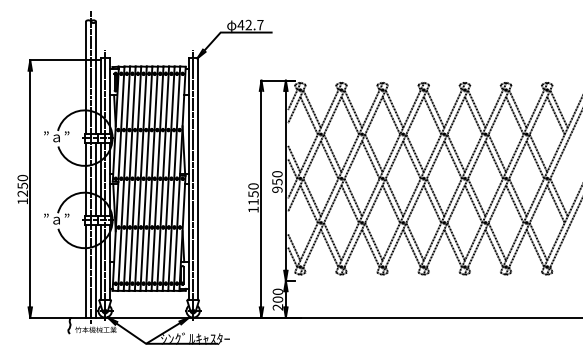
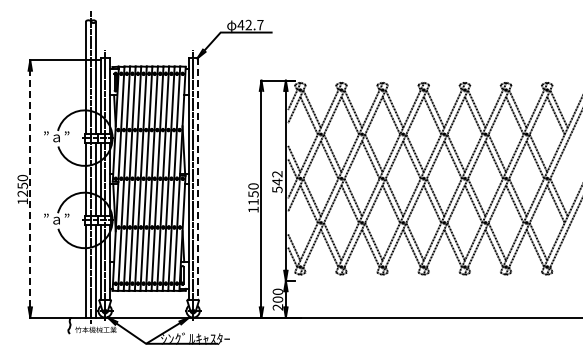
line at (197, 179): solid -> dashed
text at (277, 182): 950 -> 542
line at (30, 188): solid -> dashed
